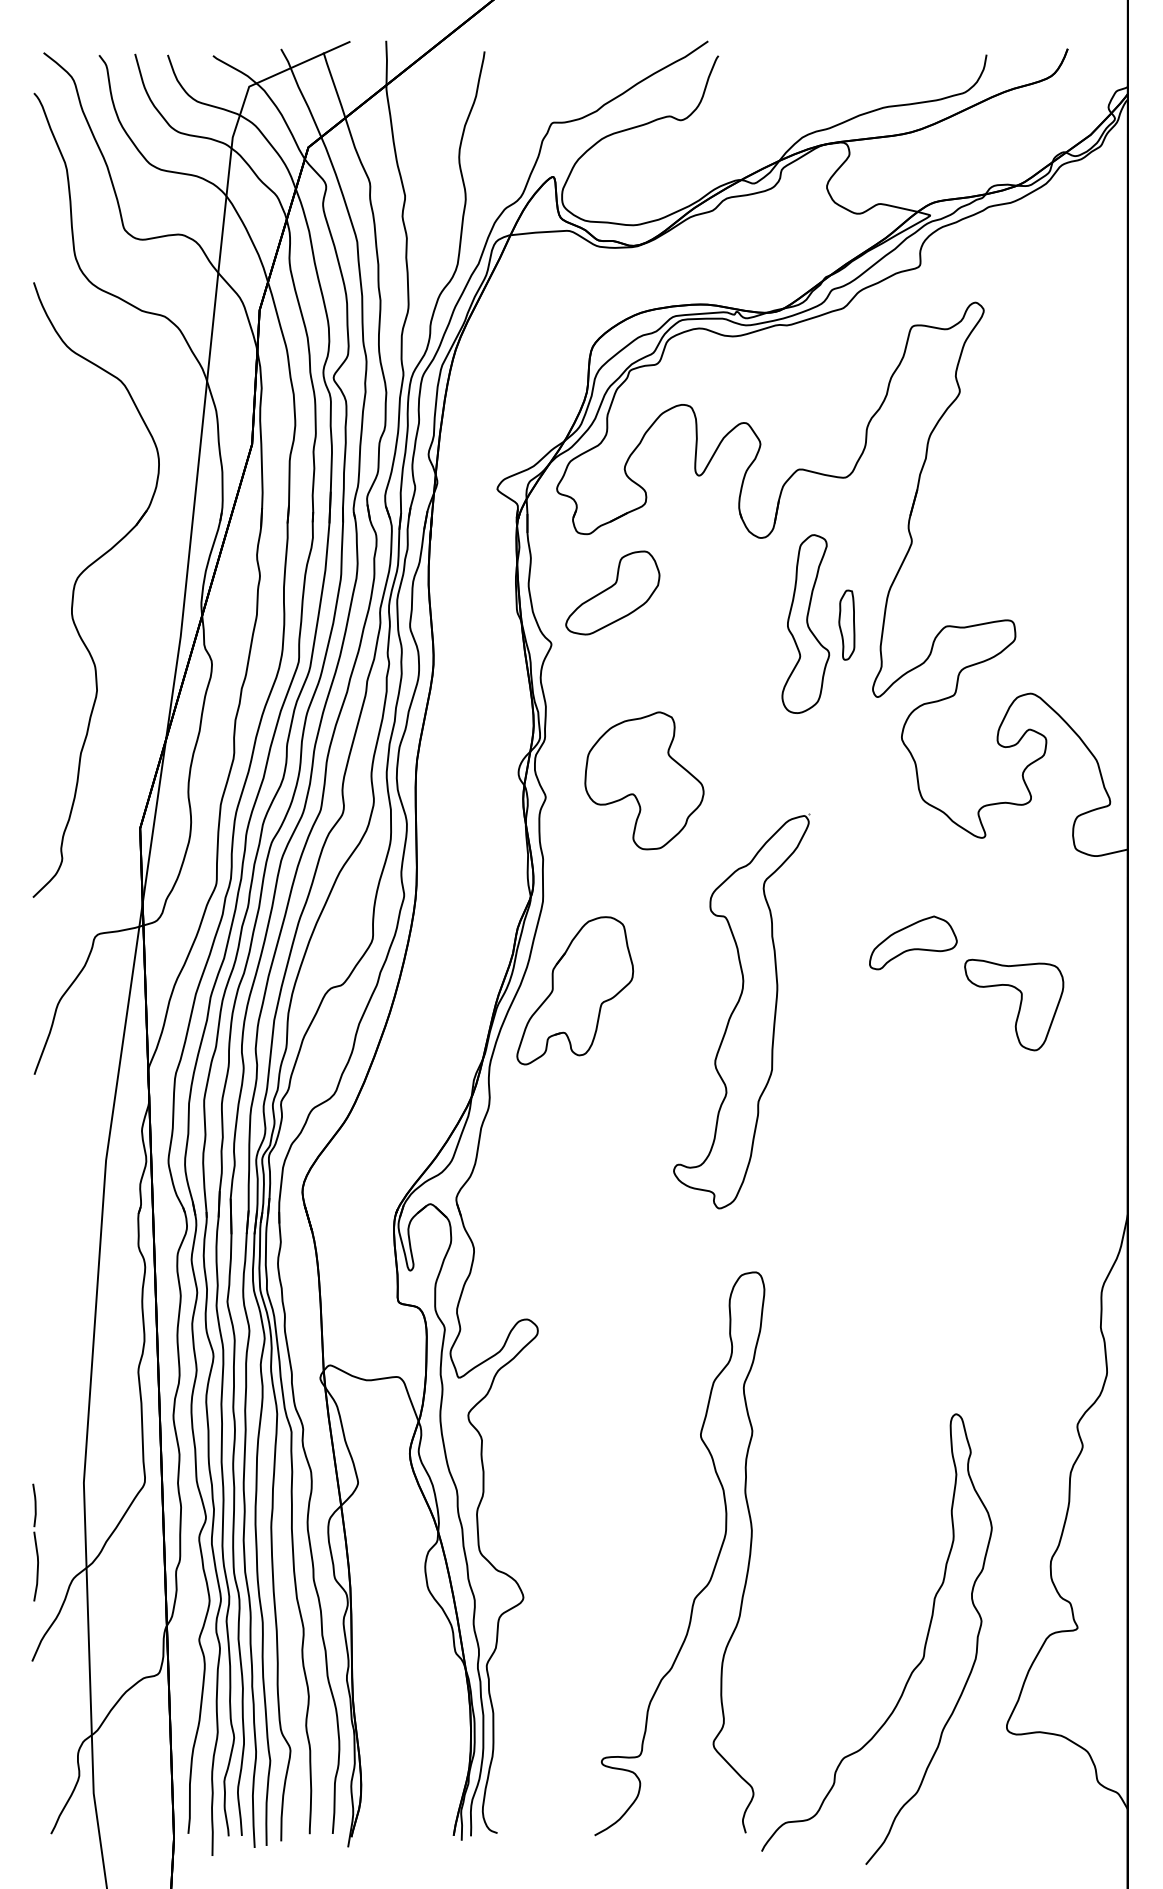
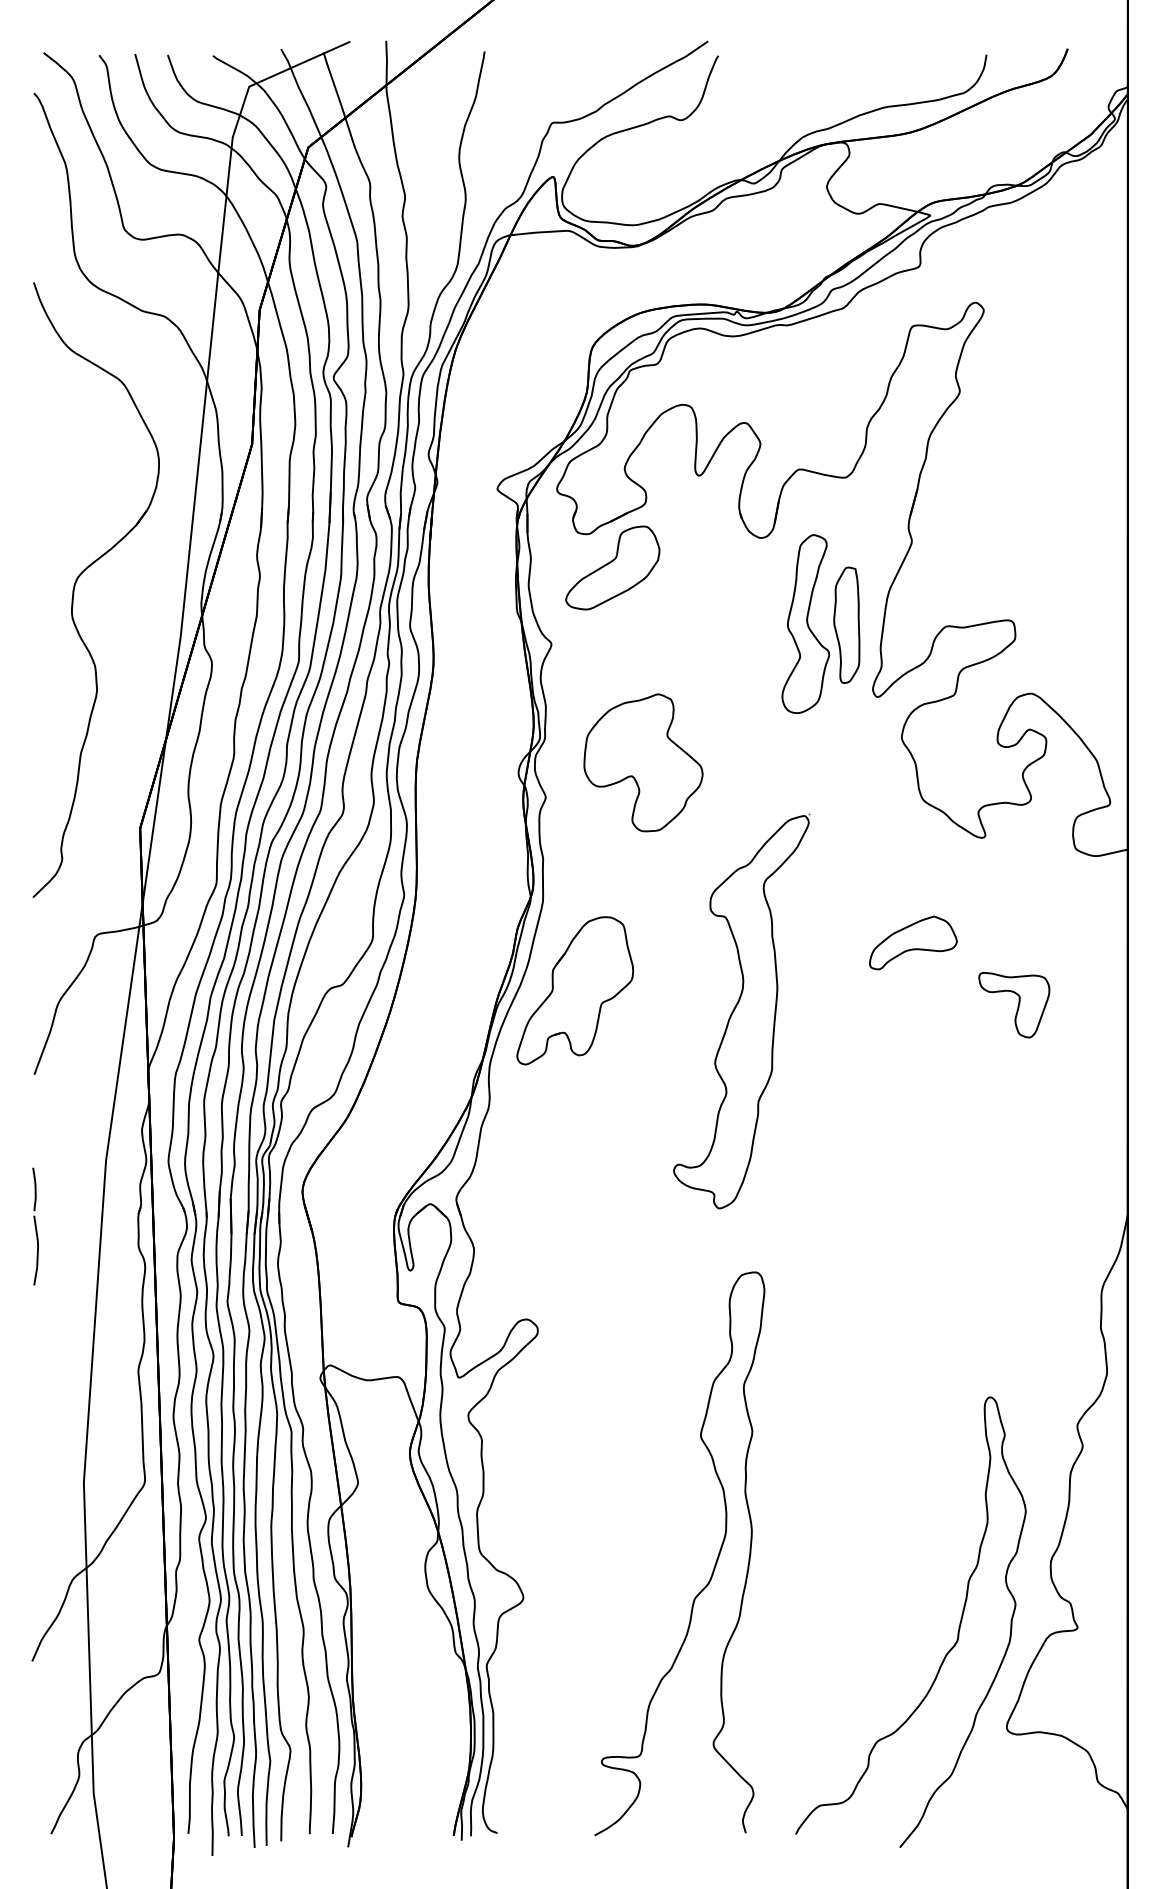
part at (612, 592) position: (612, 592) -> (612, 567)
part at (846, 624) size: 18x72 px -> 28x118 px
part at (644, 780) position: (644, 780) -> (643, 762)
part at (1014, 1004) size: 101x94 px -> 73x67 px
part at (35, 1542) position: (35, 1542) -> (35, 1226)
curve at (914, 1667) position: (914, 1667) -> (948, 1650)
